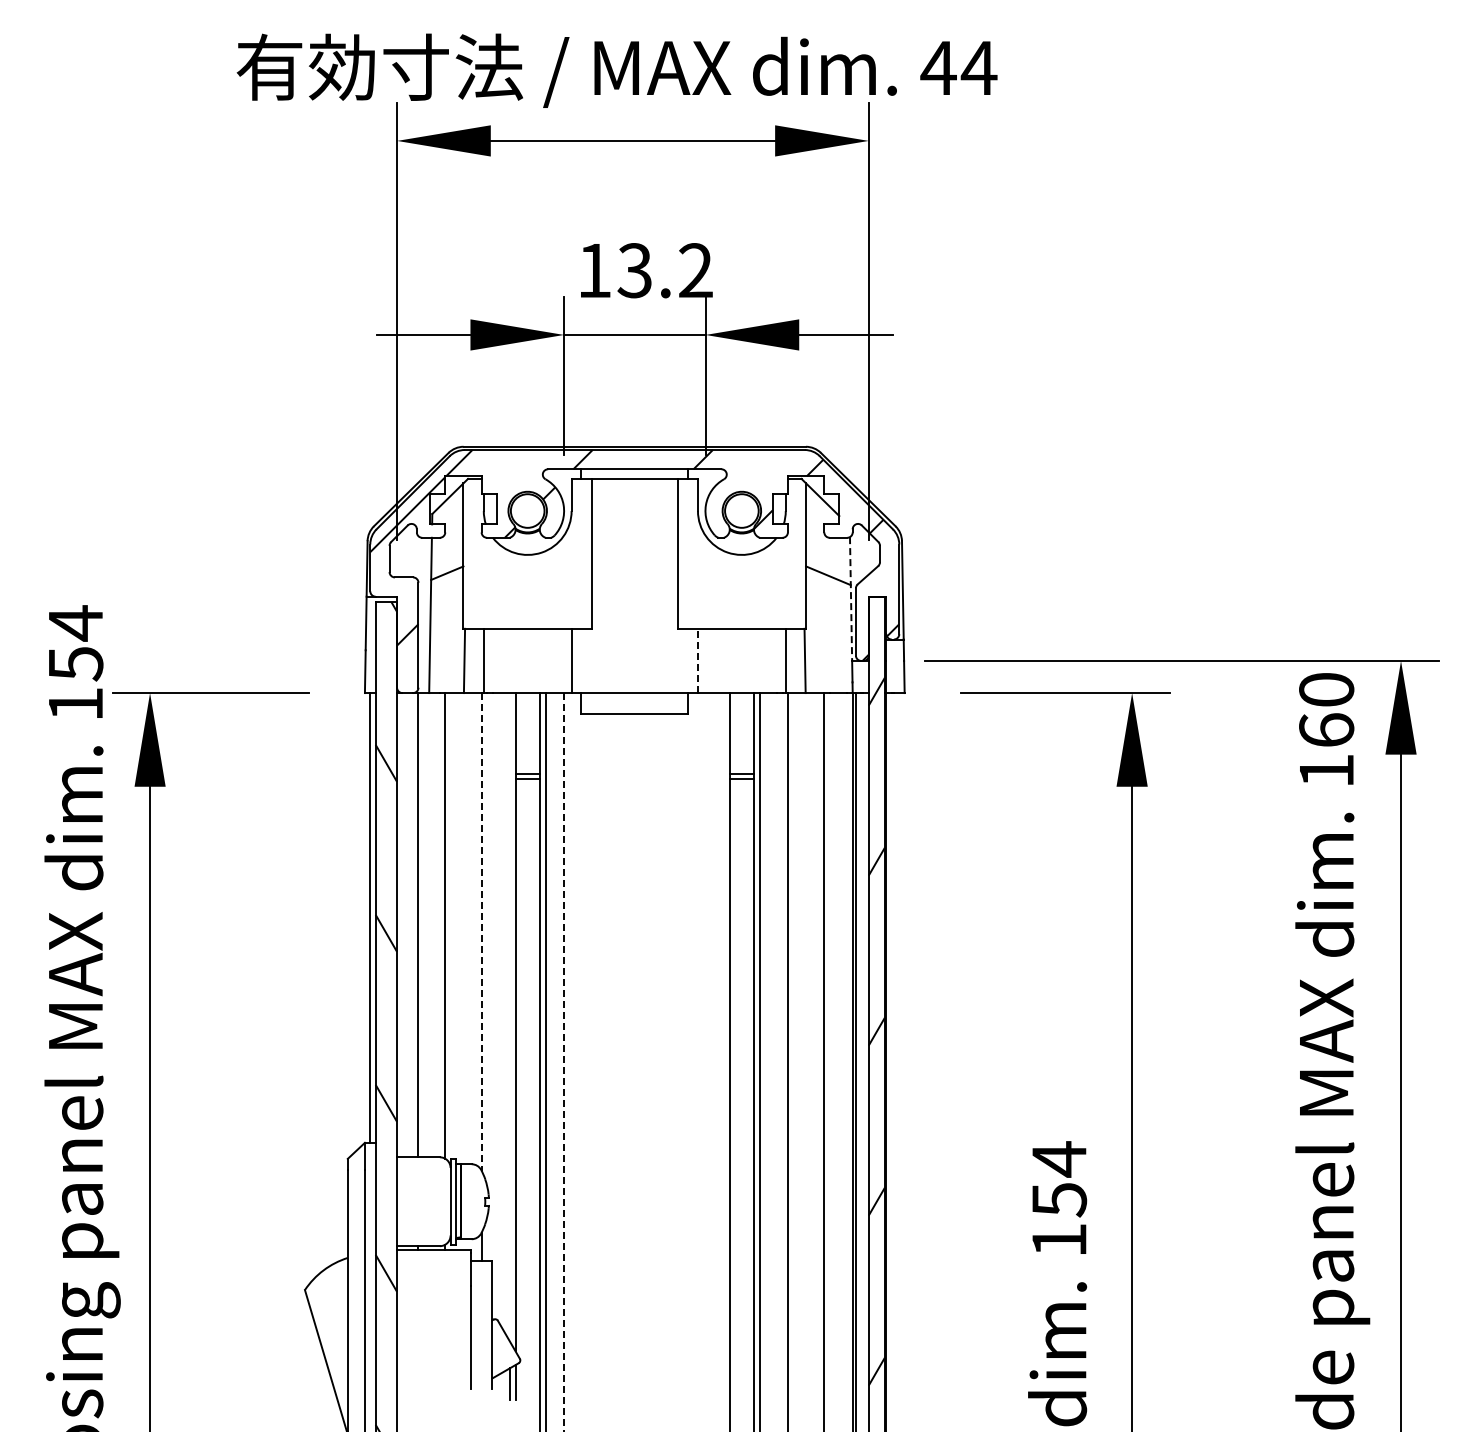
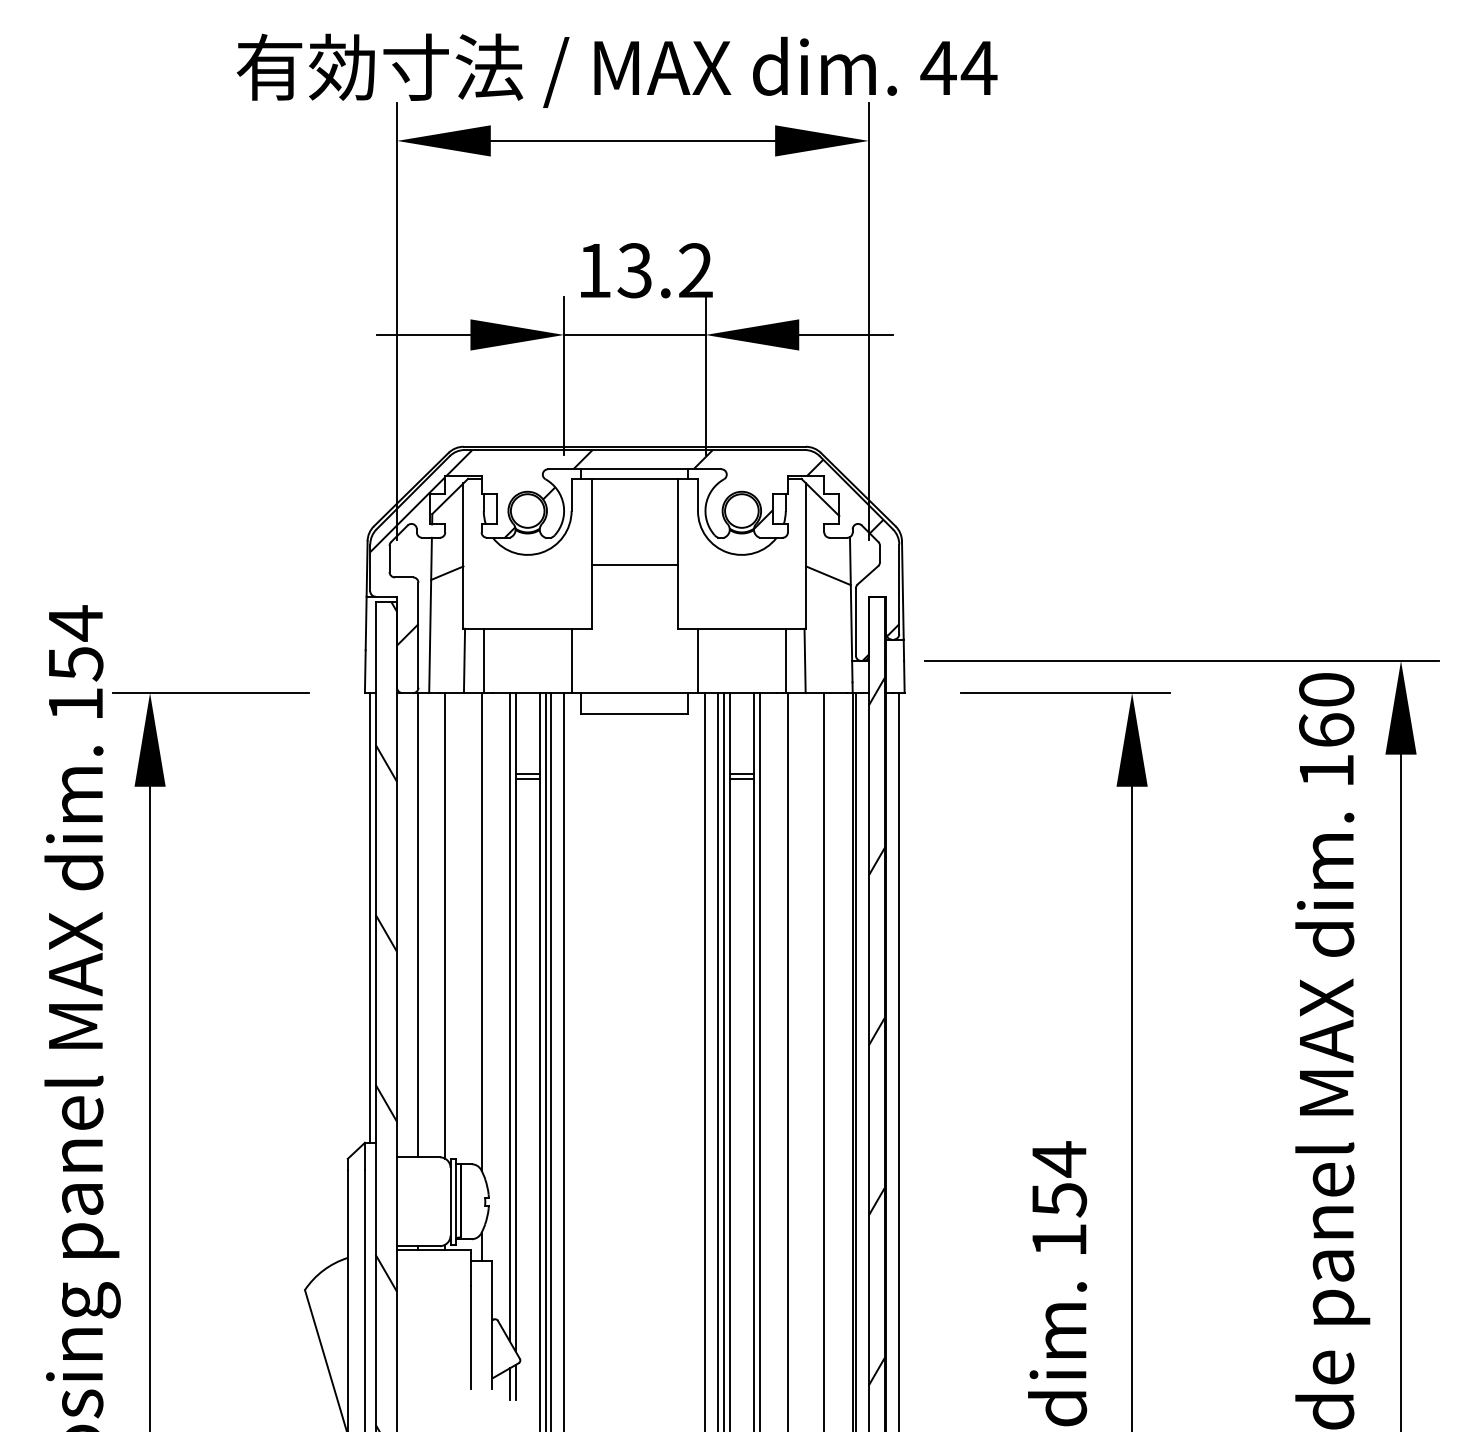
line at (634, 564): none -> present
line at (851, 599): dashed -> solid
line at (697, 660): dashed -> solid
line at (481, 931): dashed -> solid
line at (509, 1017): none -> present
line at (551, 1060): none -> present
line at (705, 1060): none -> present
line at (718, 1060): none -> present
line at (723, 1060): none -> present
line at (899, 1060): none -> present
line at (564, 1062): dashed -> solid
